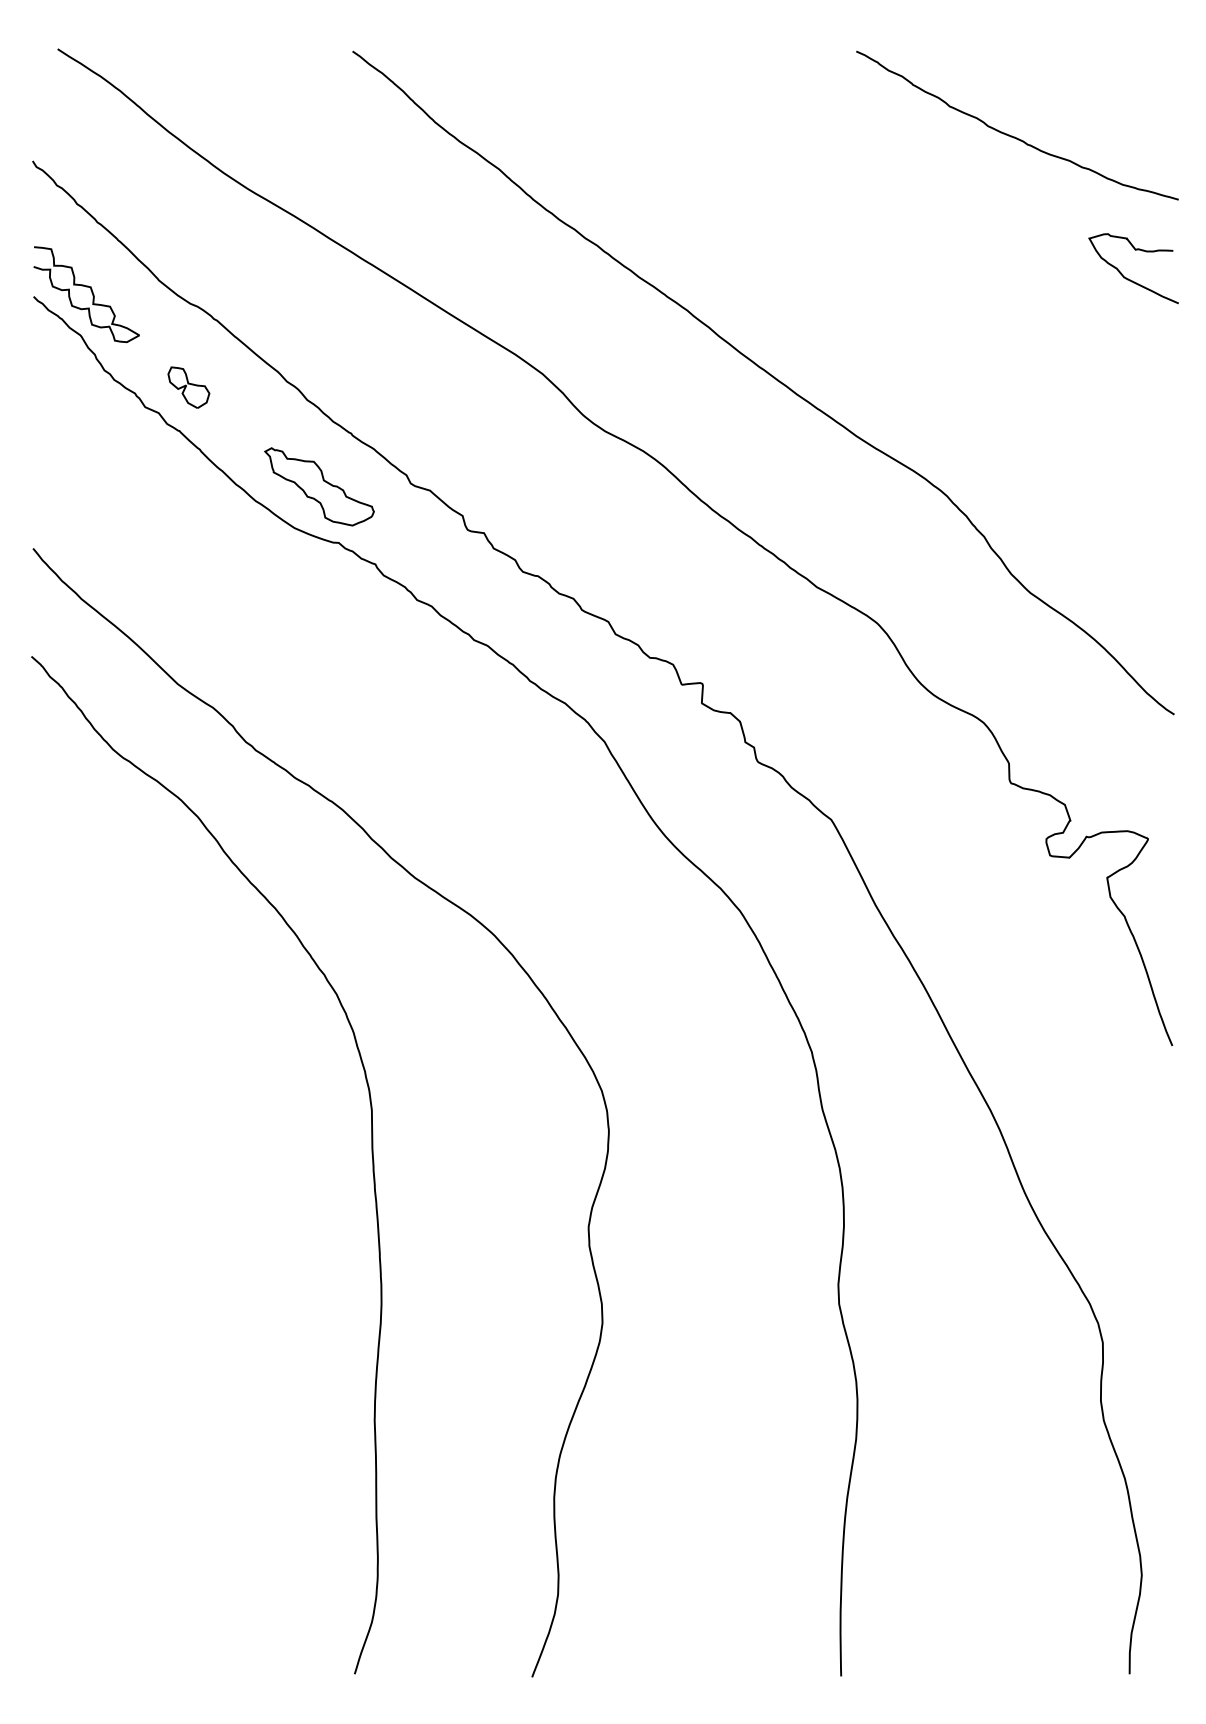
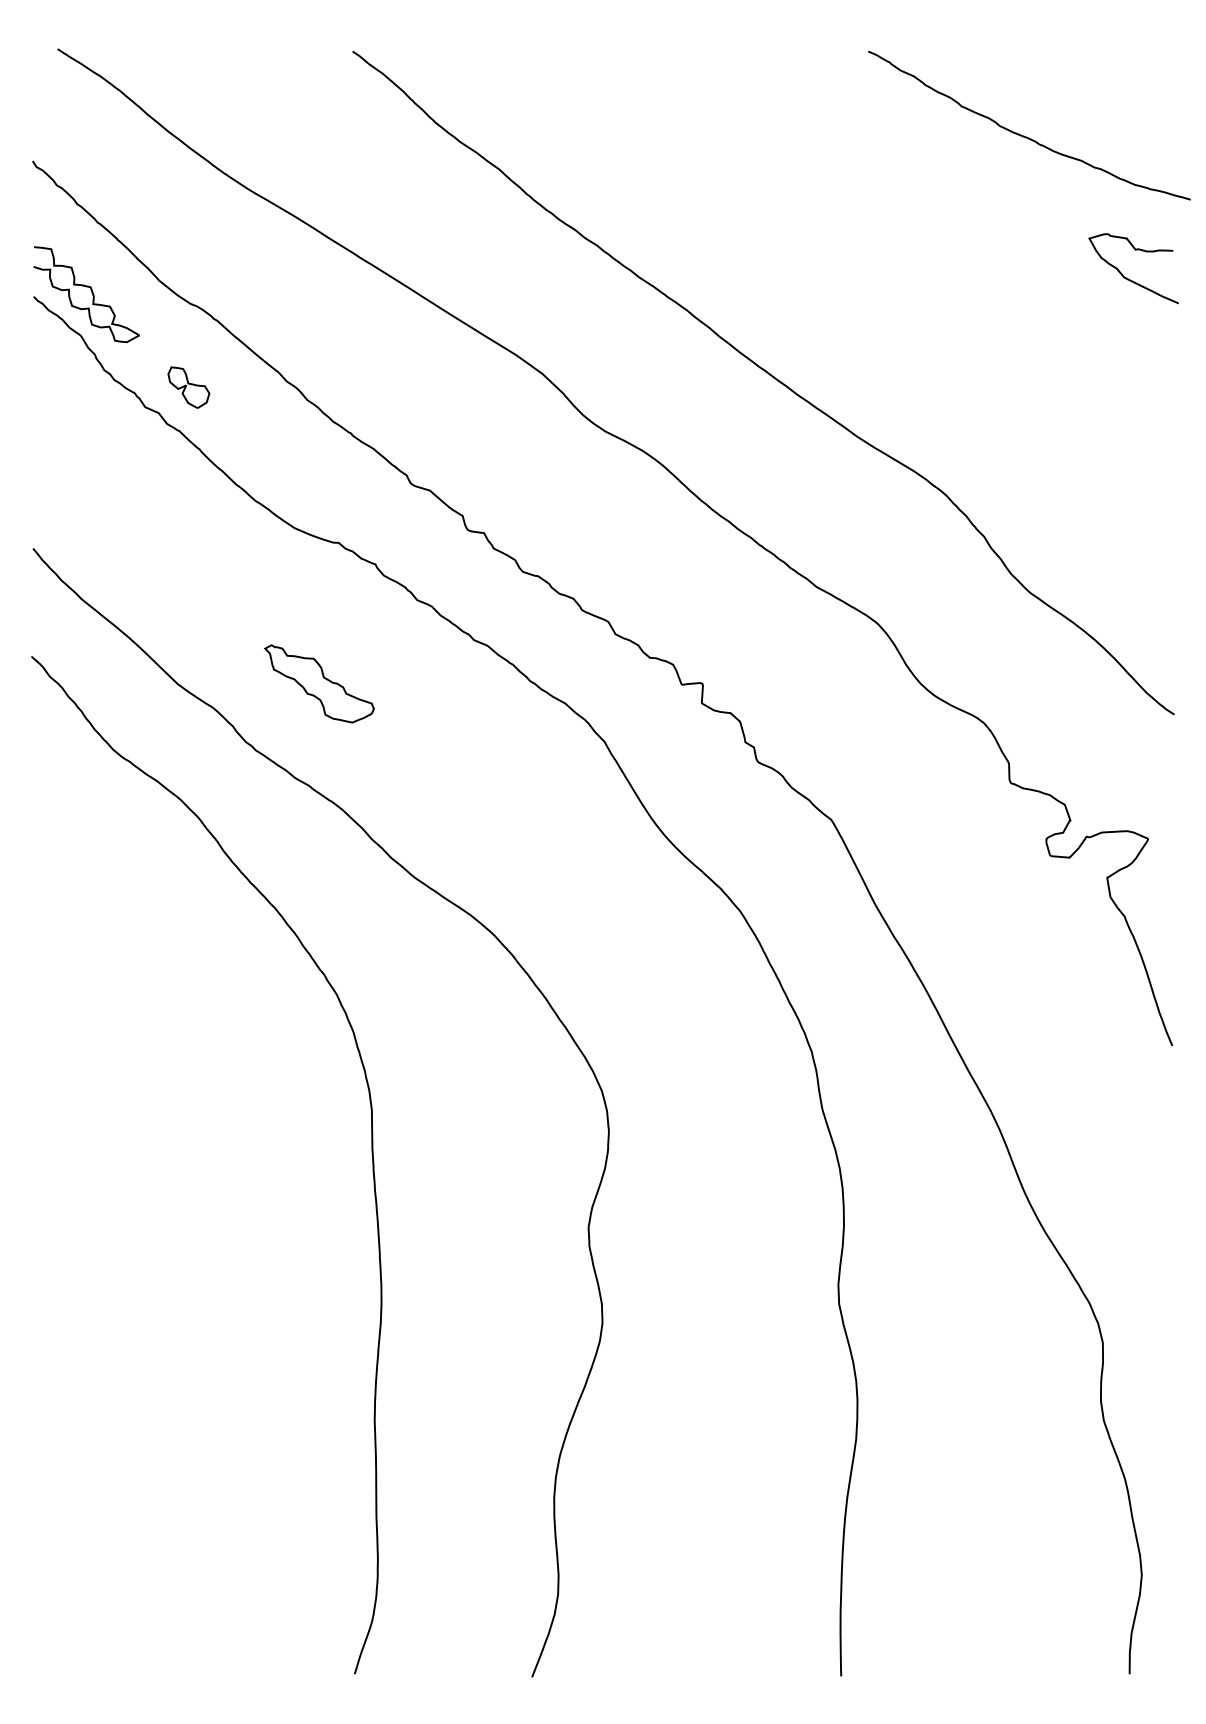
curve at (1012, 135) position: (1012, 135) -> (1024, 135)
part at (319, 486) position: (319, 486) -> (319, 683)
